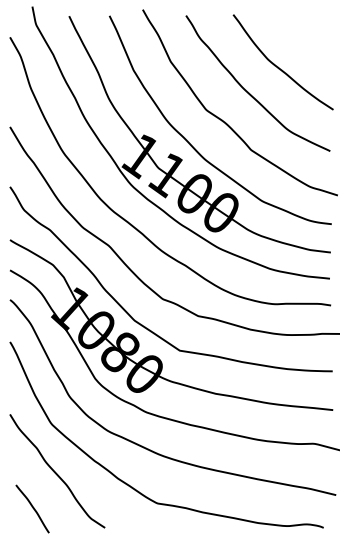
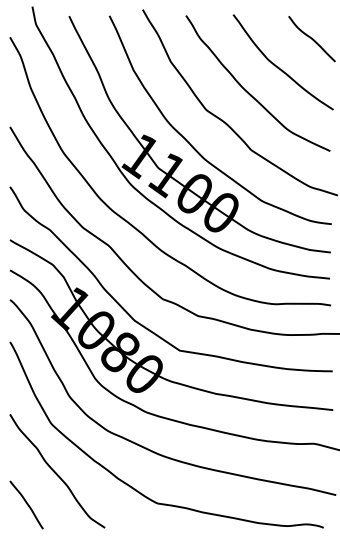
curve at (311, 39): none -> present
curve at (32, 508) position: (32, 508) -> (26, 504)
